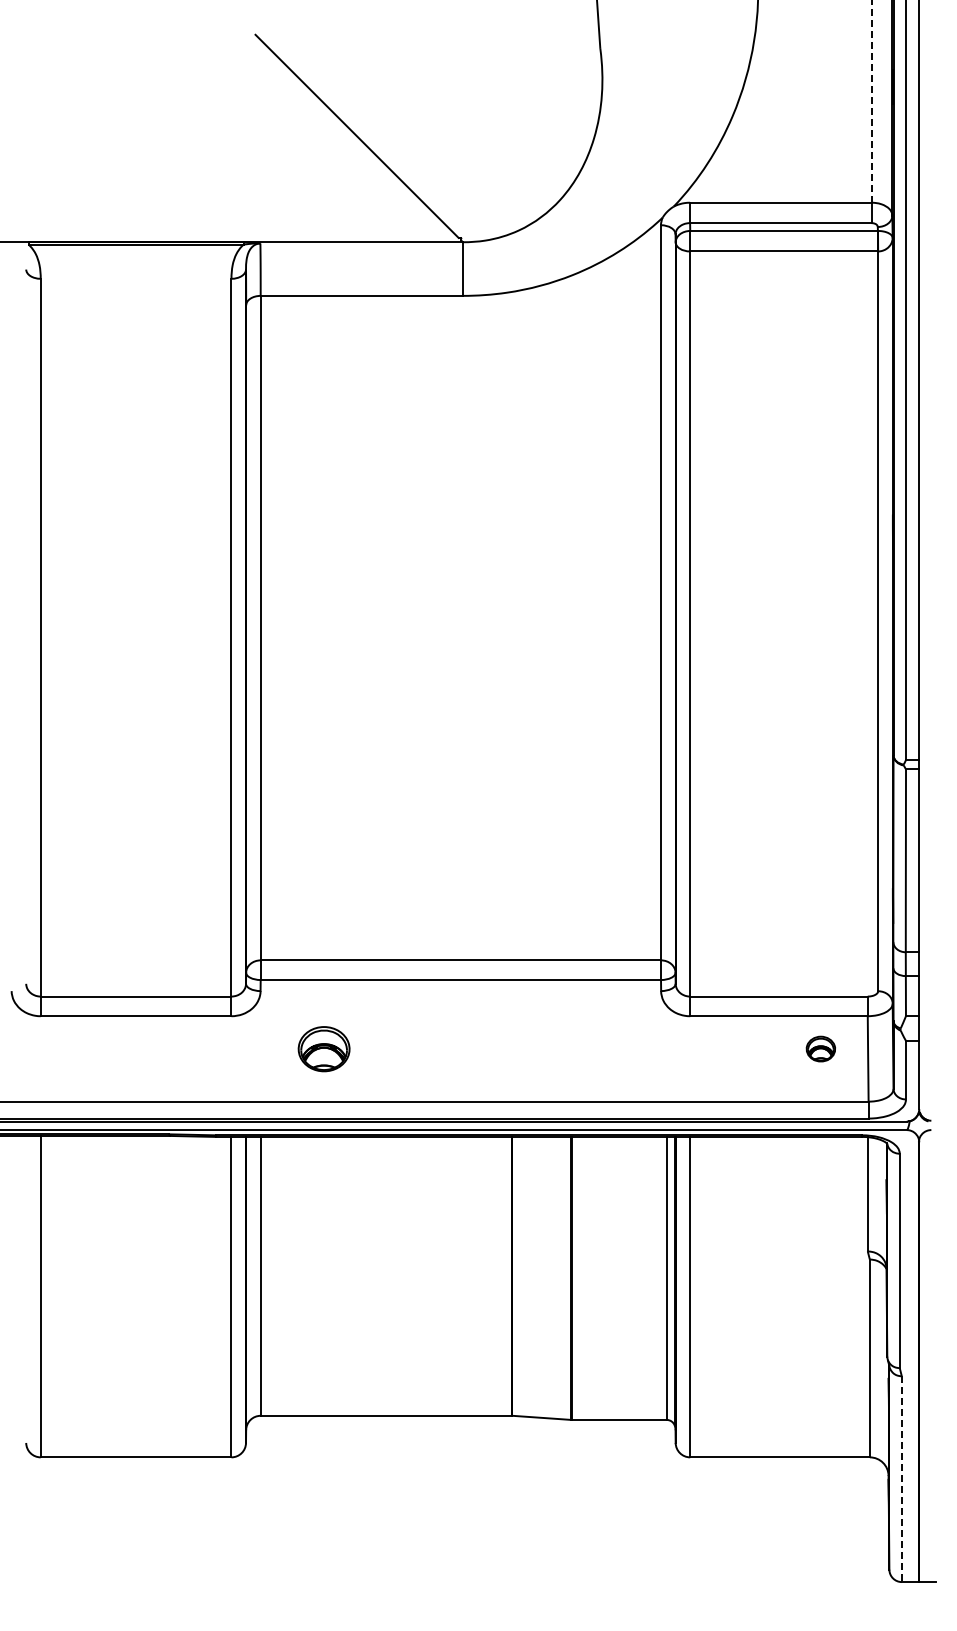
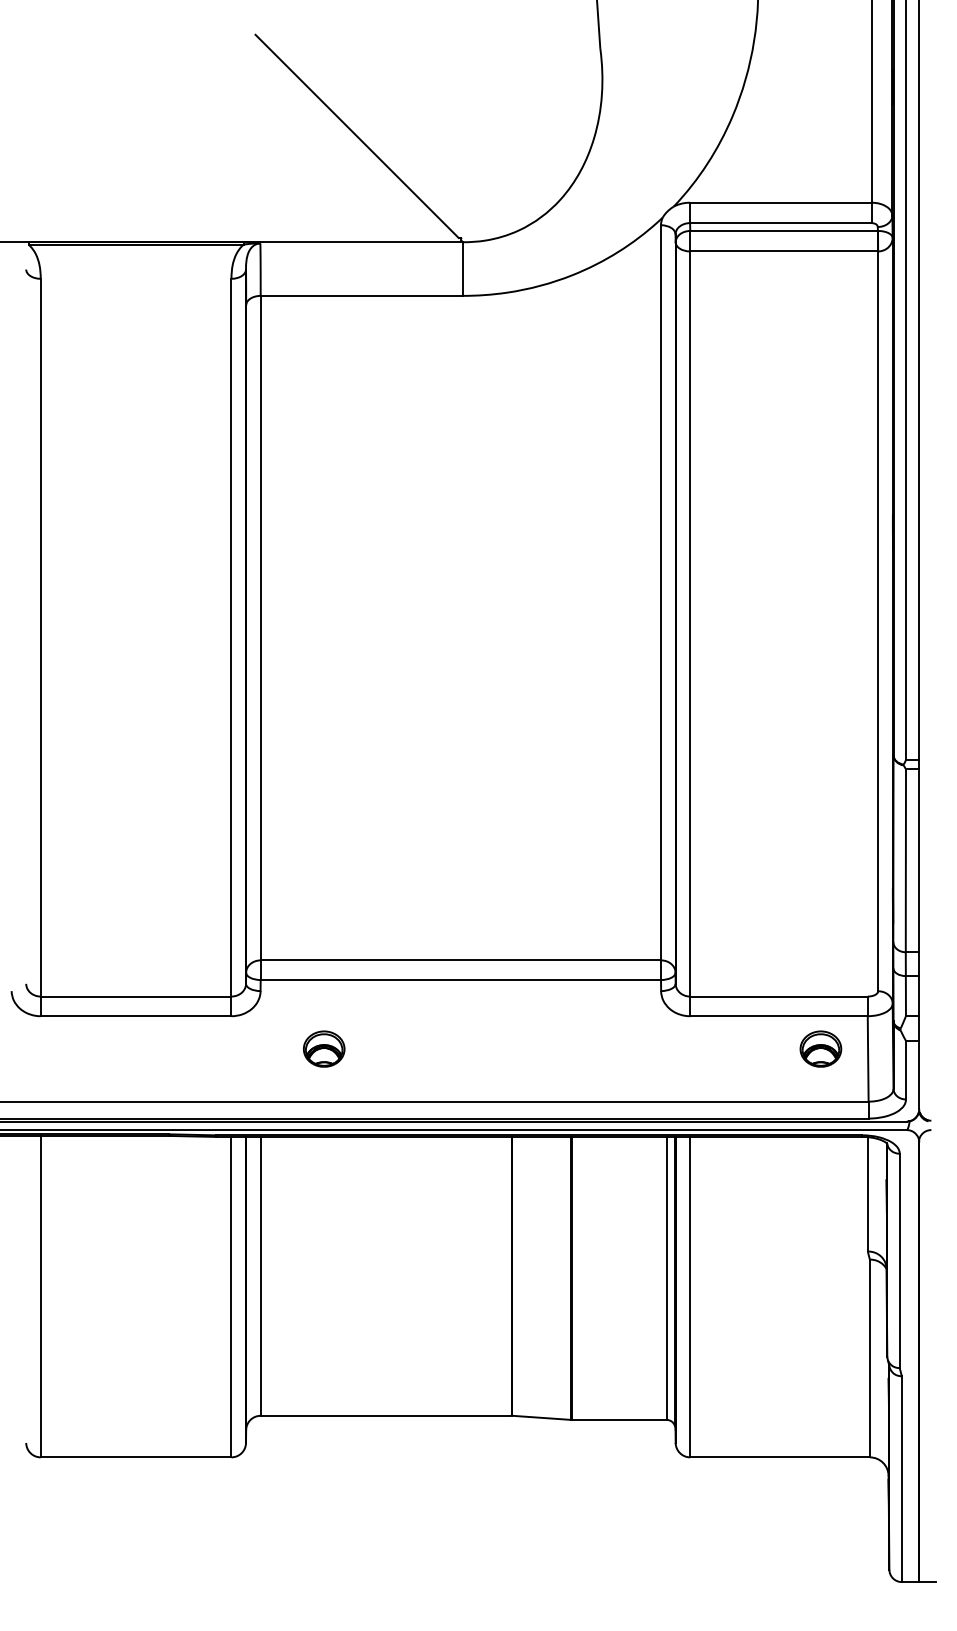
line at (871, 101): dashed -> solid
part at (820, 1048) size: 31x28 px -> 44x38 px
part at (323, 1049) size: 54x47 px -> 43x38 px
line at (901, 1479): dashed -> solid
